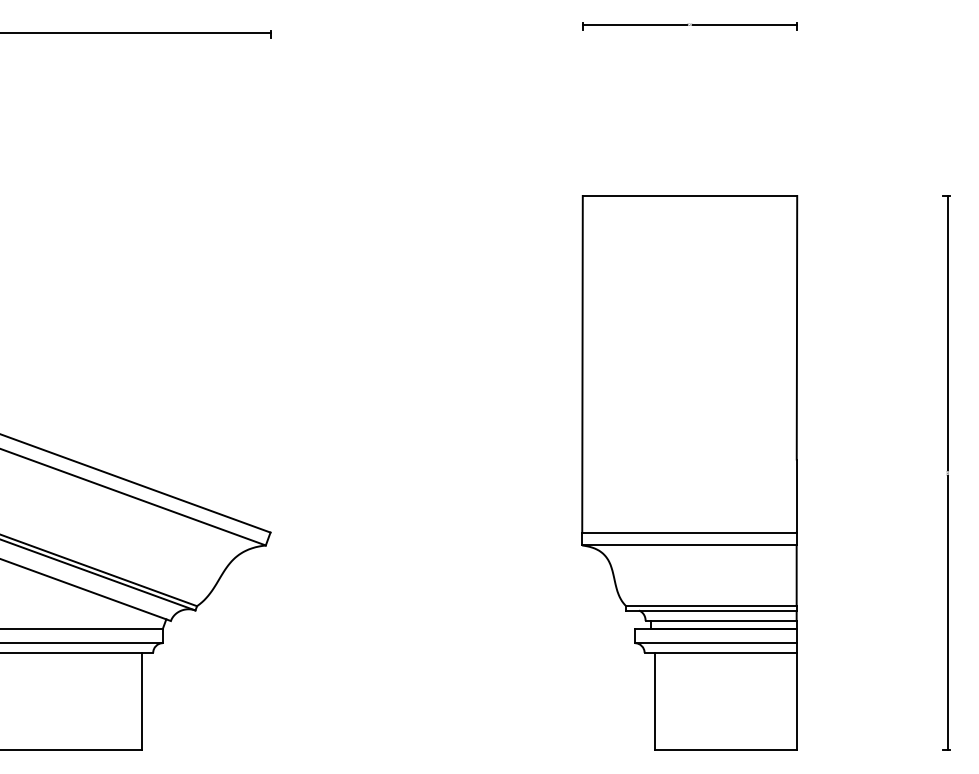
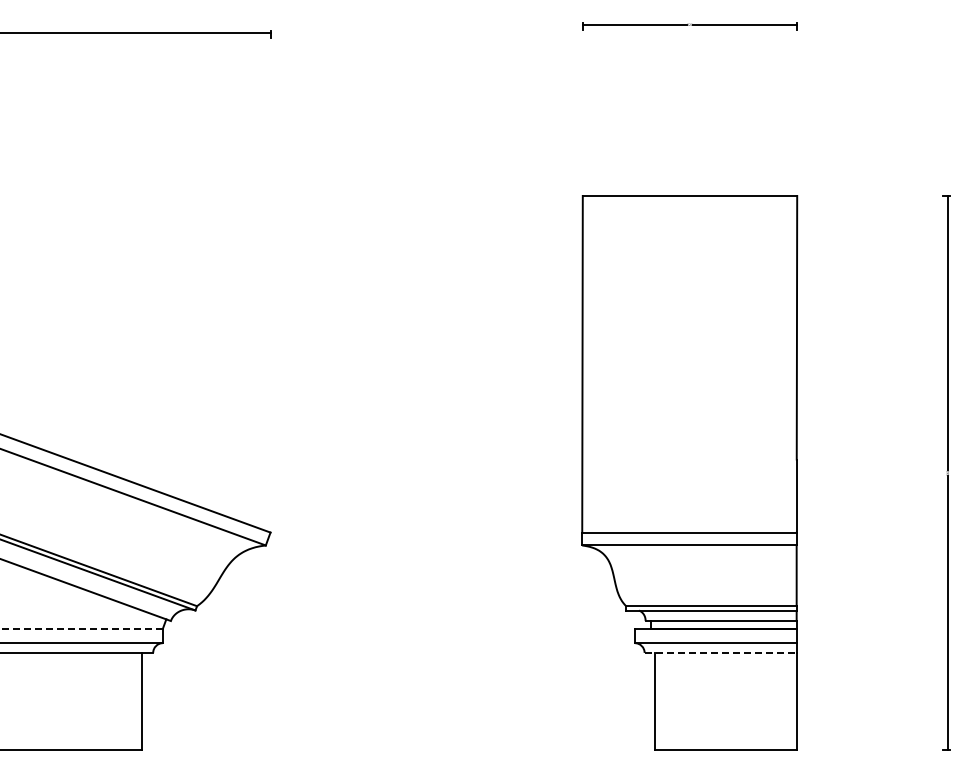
line at (81, 628): solid -> dashed
line at (721, 652): solid -> dashed
